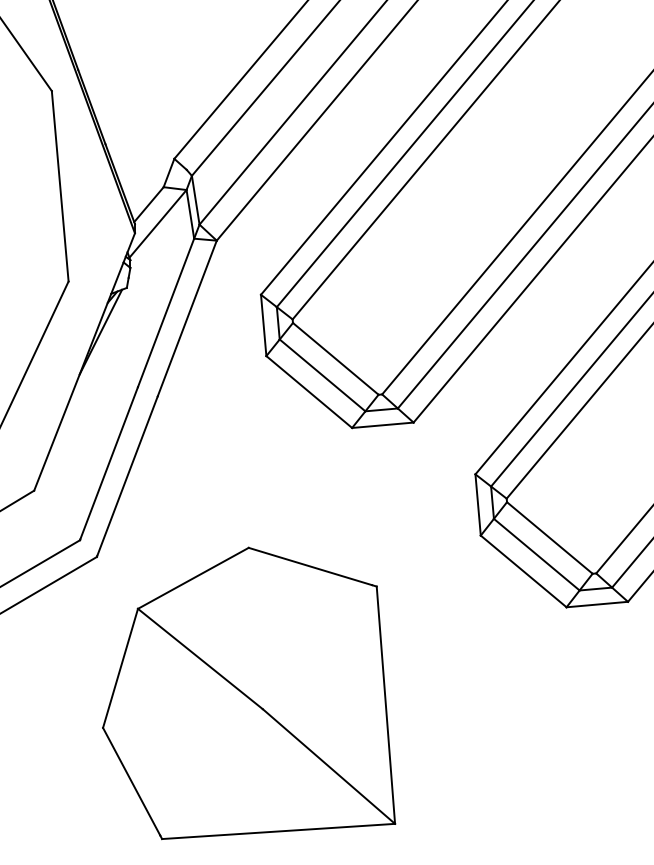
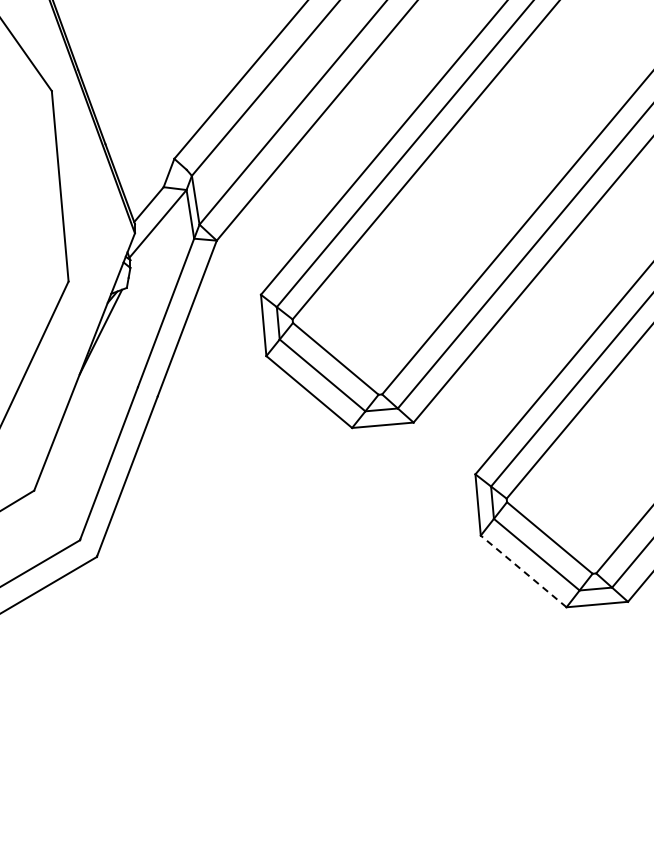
line at (523, 571): solid -> dashed
part at (249, 693): present -> none
